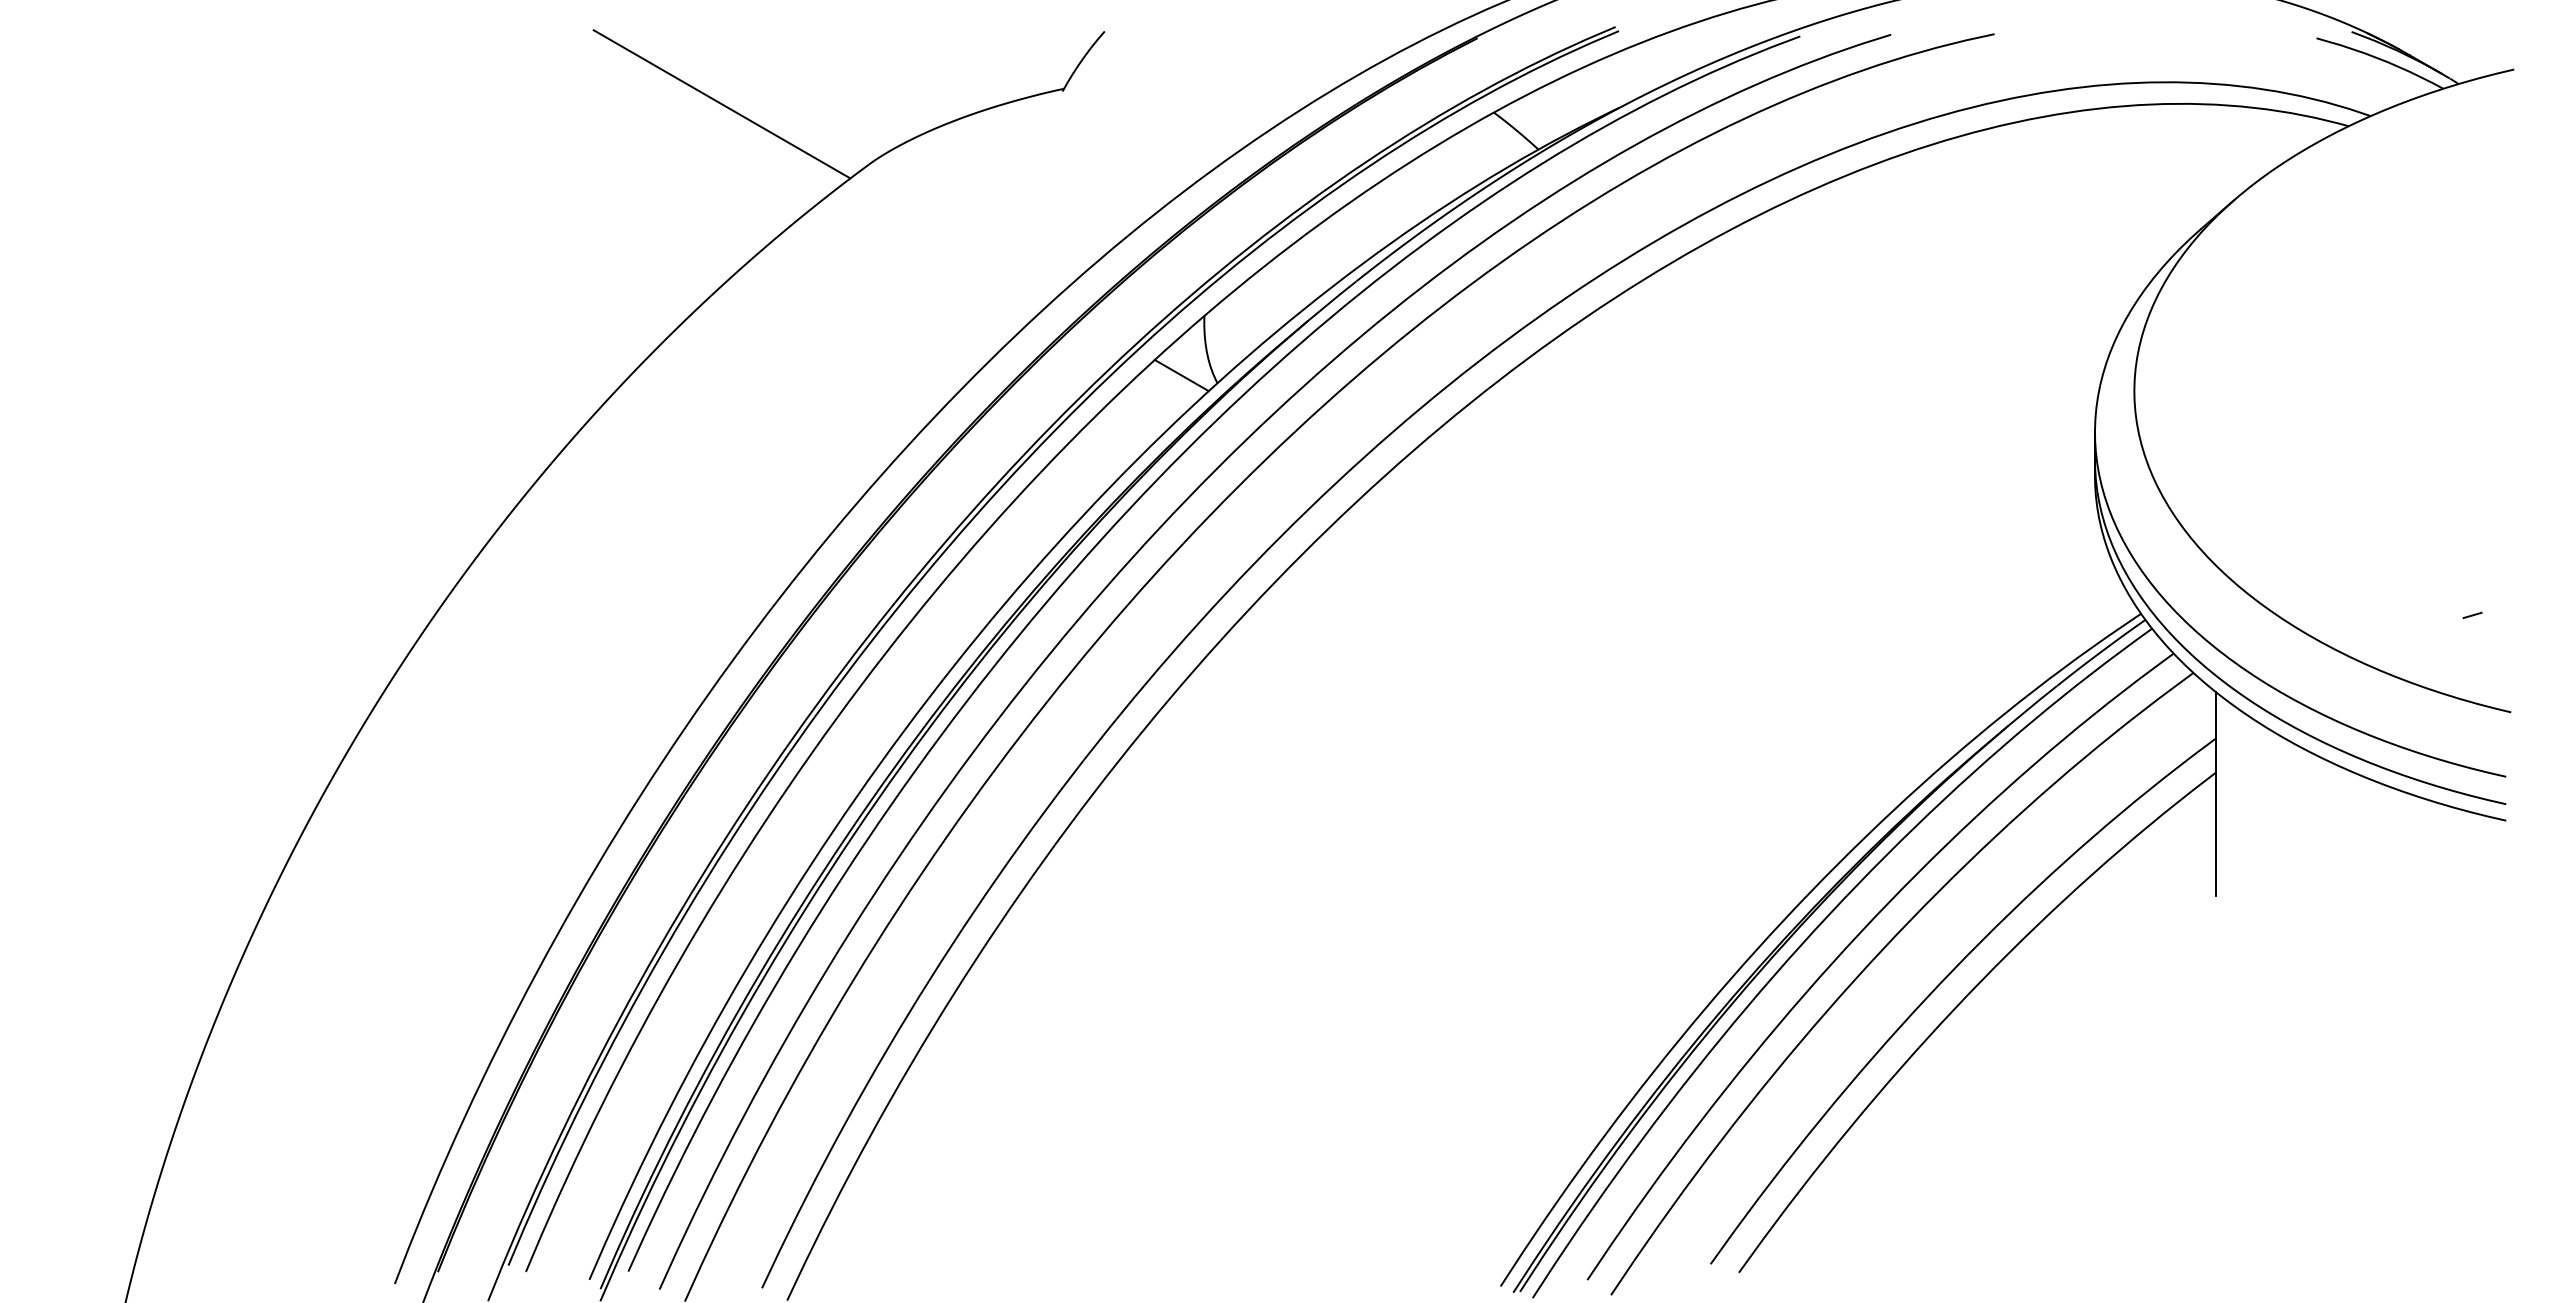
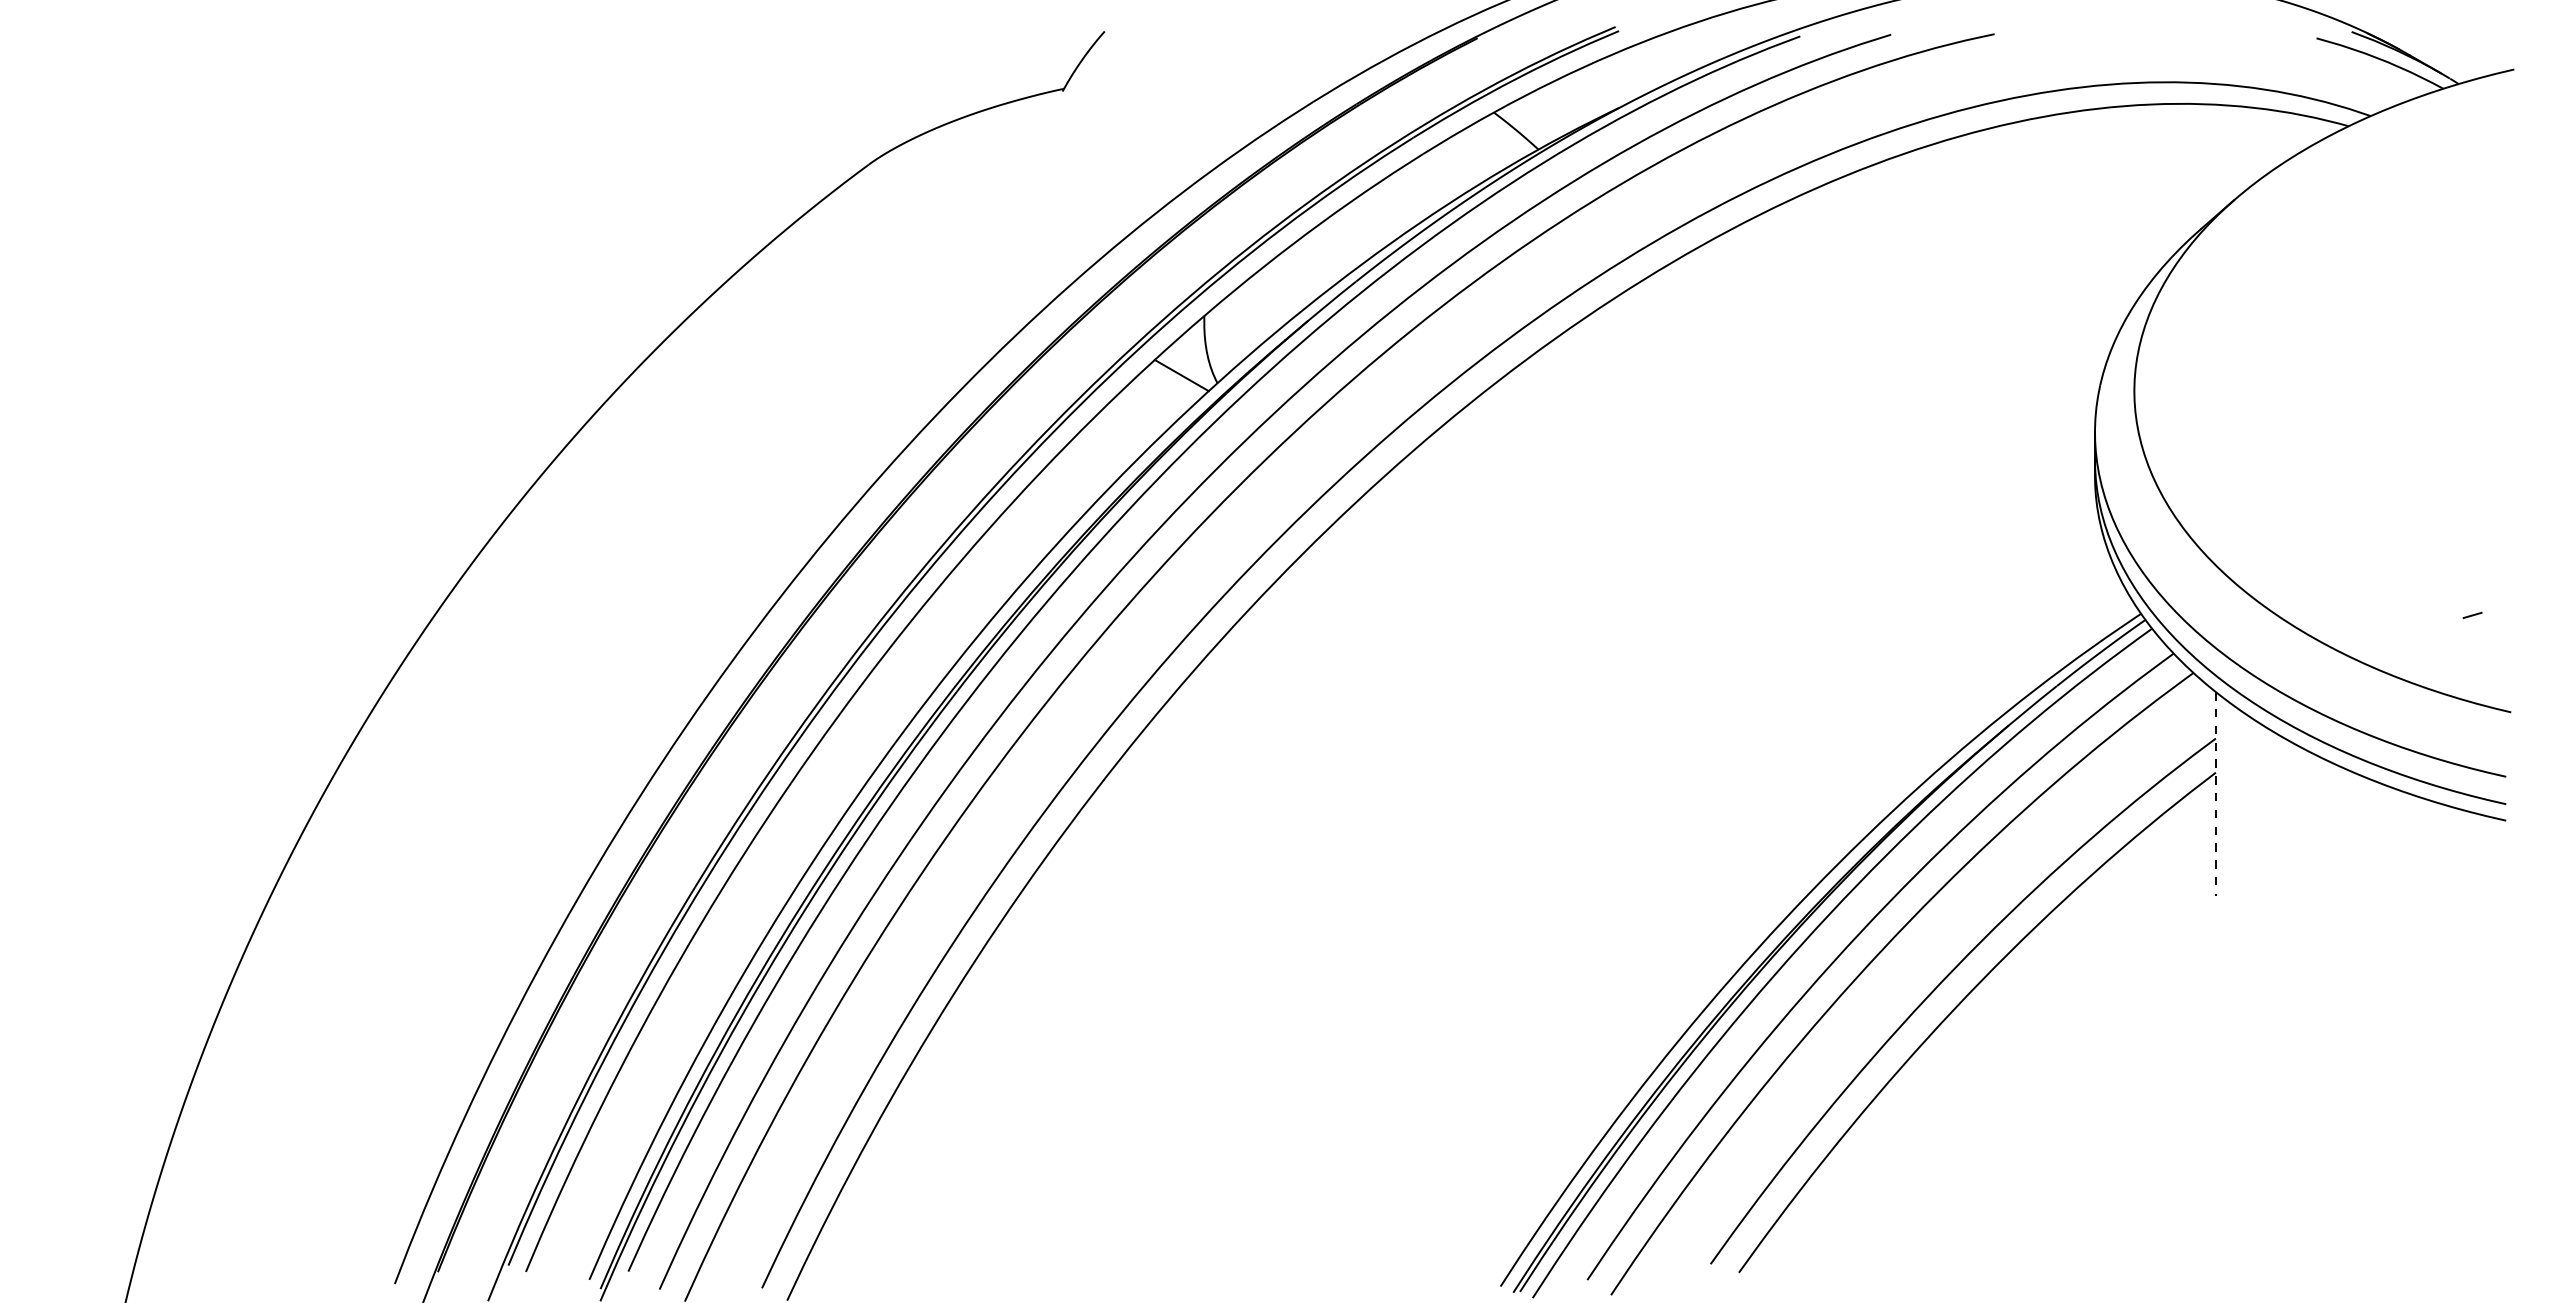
line at (721, 104): present -> none
line at (2215, 793): solid -> dashed
